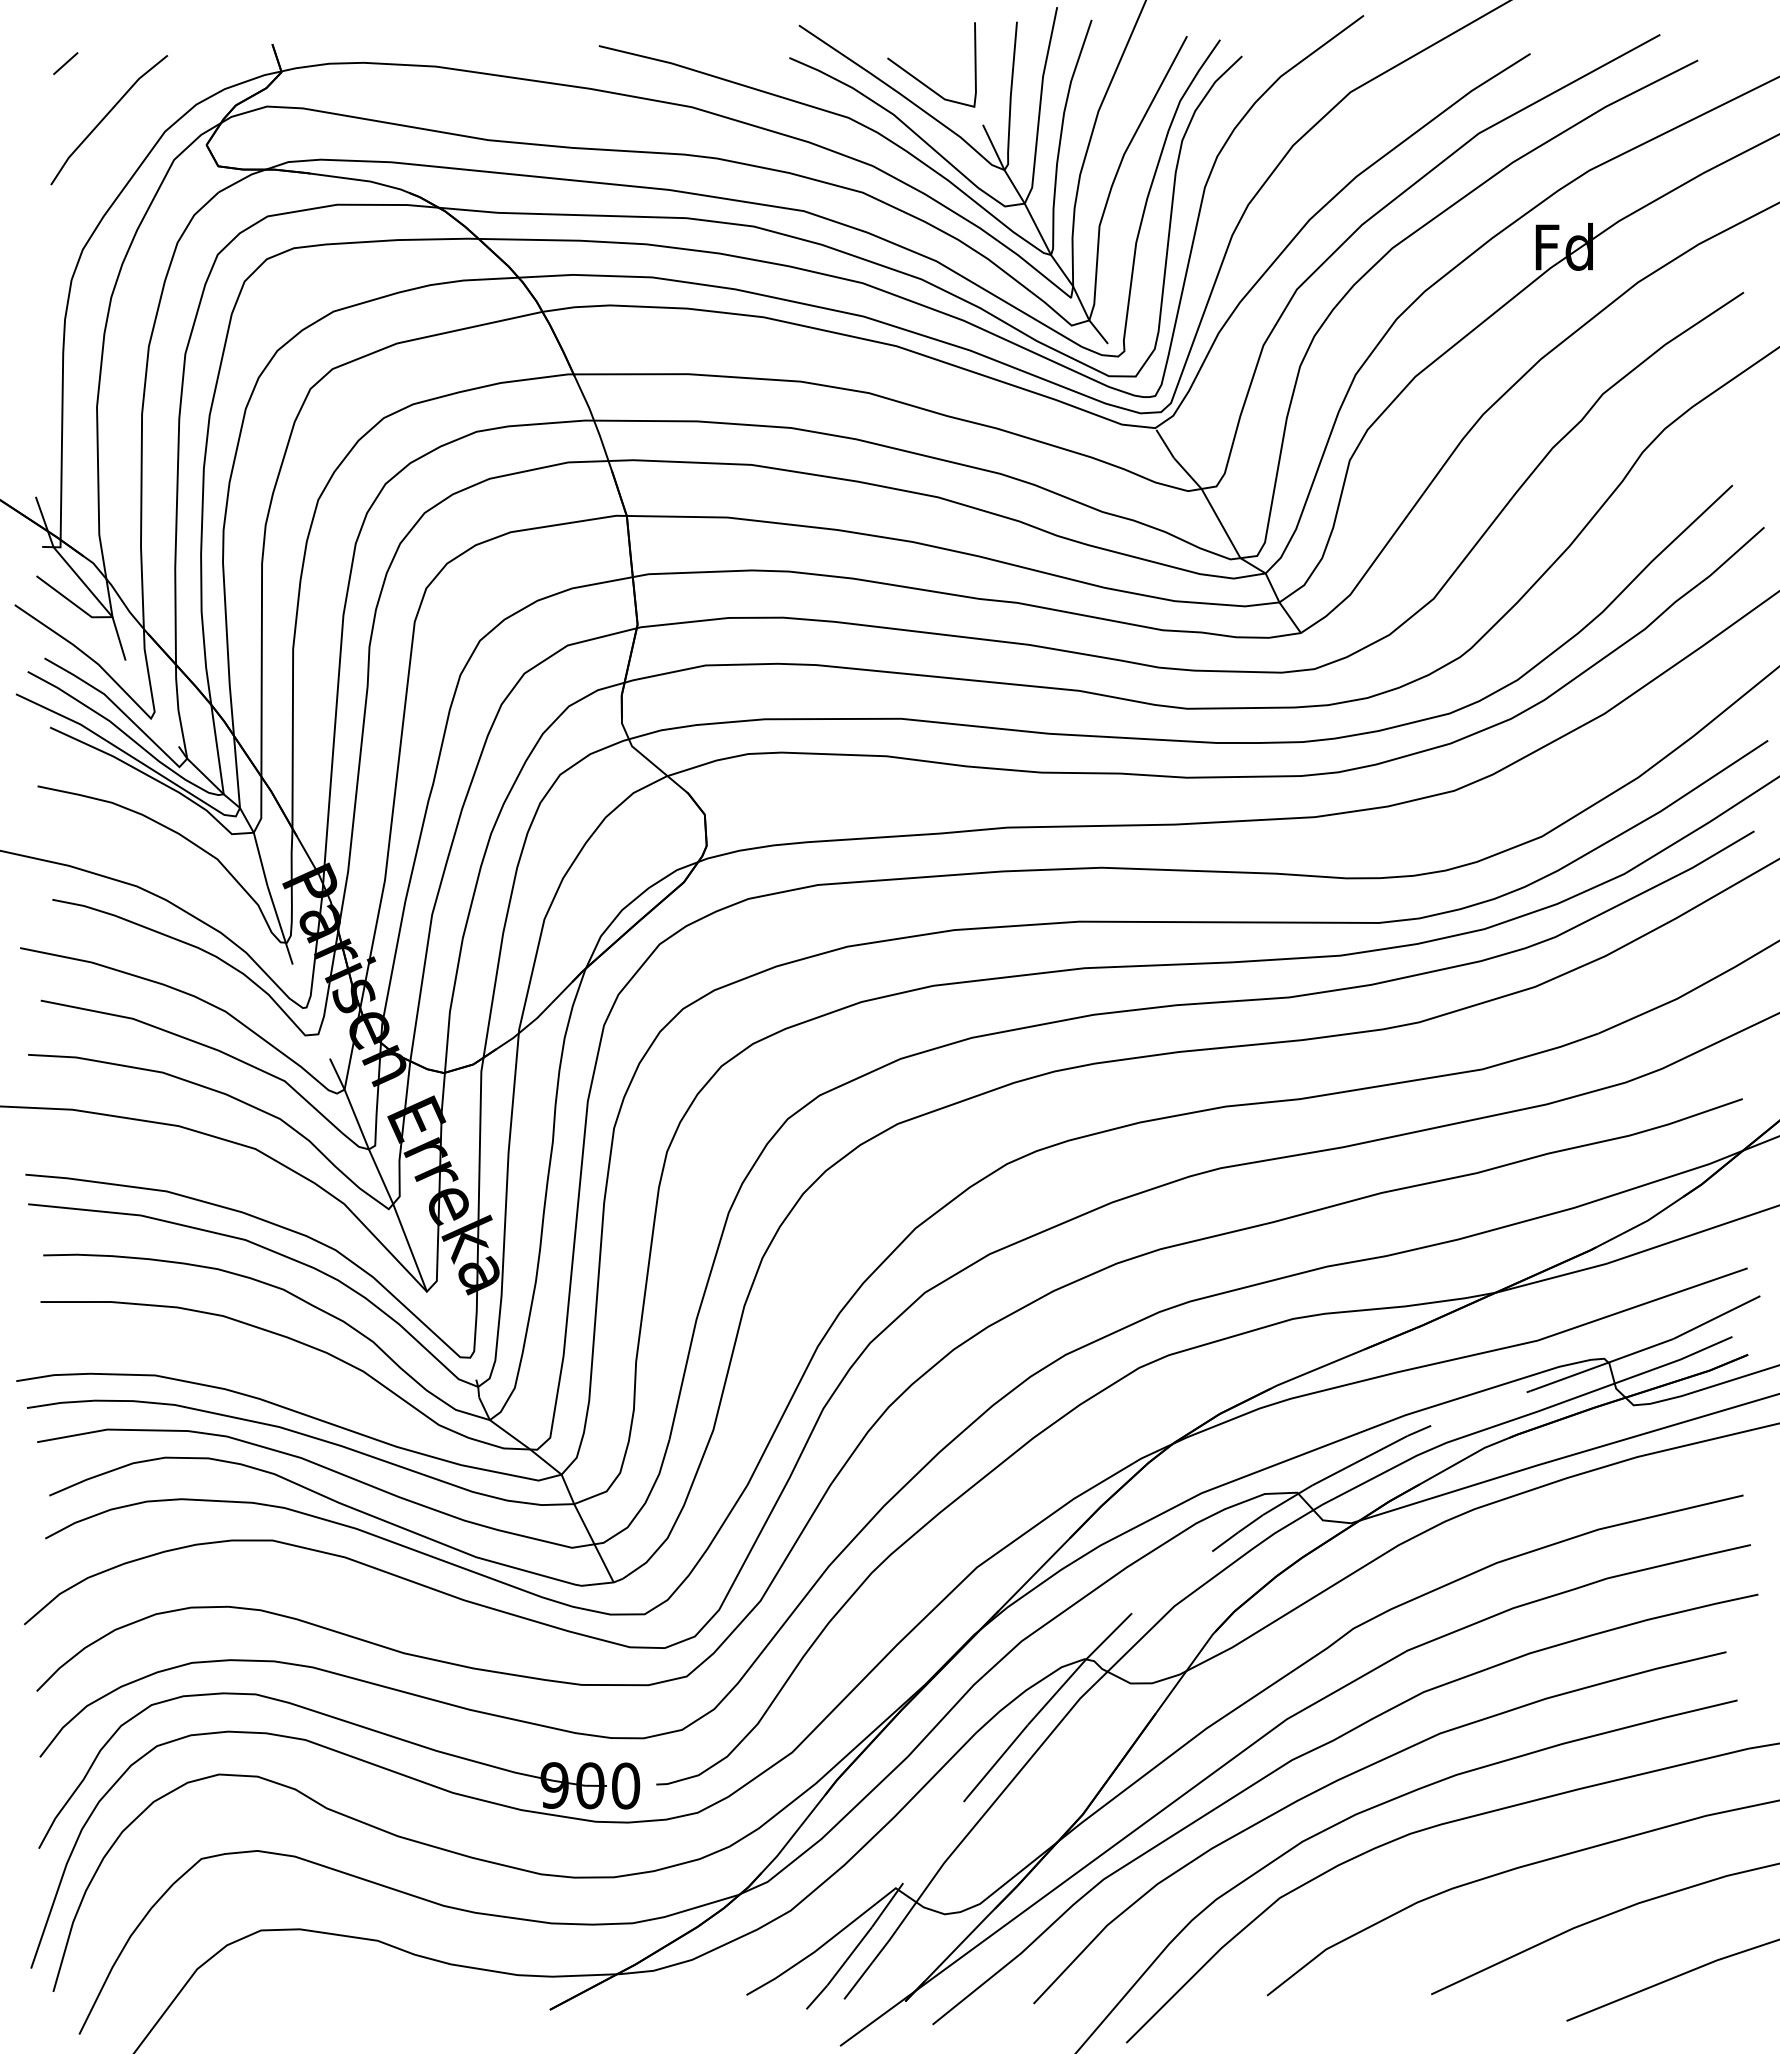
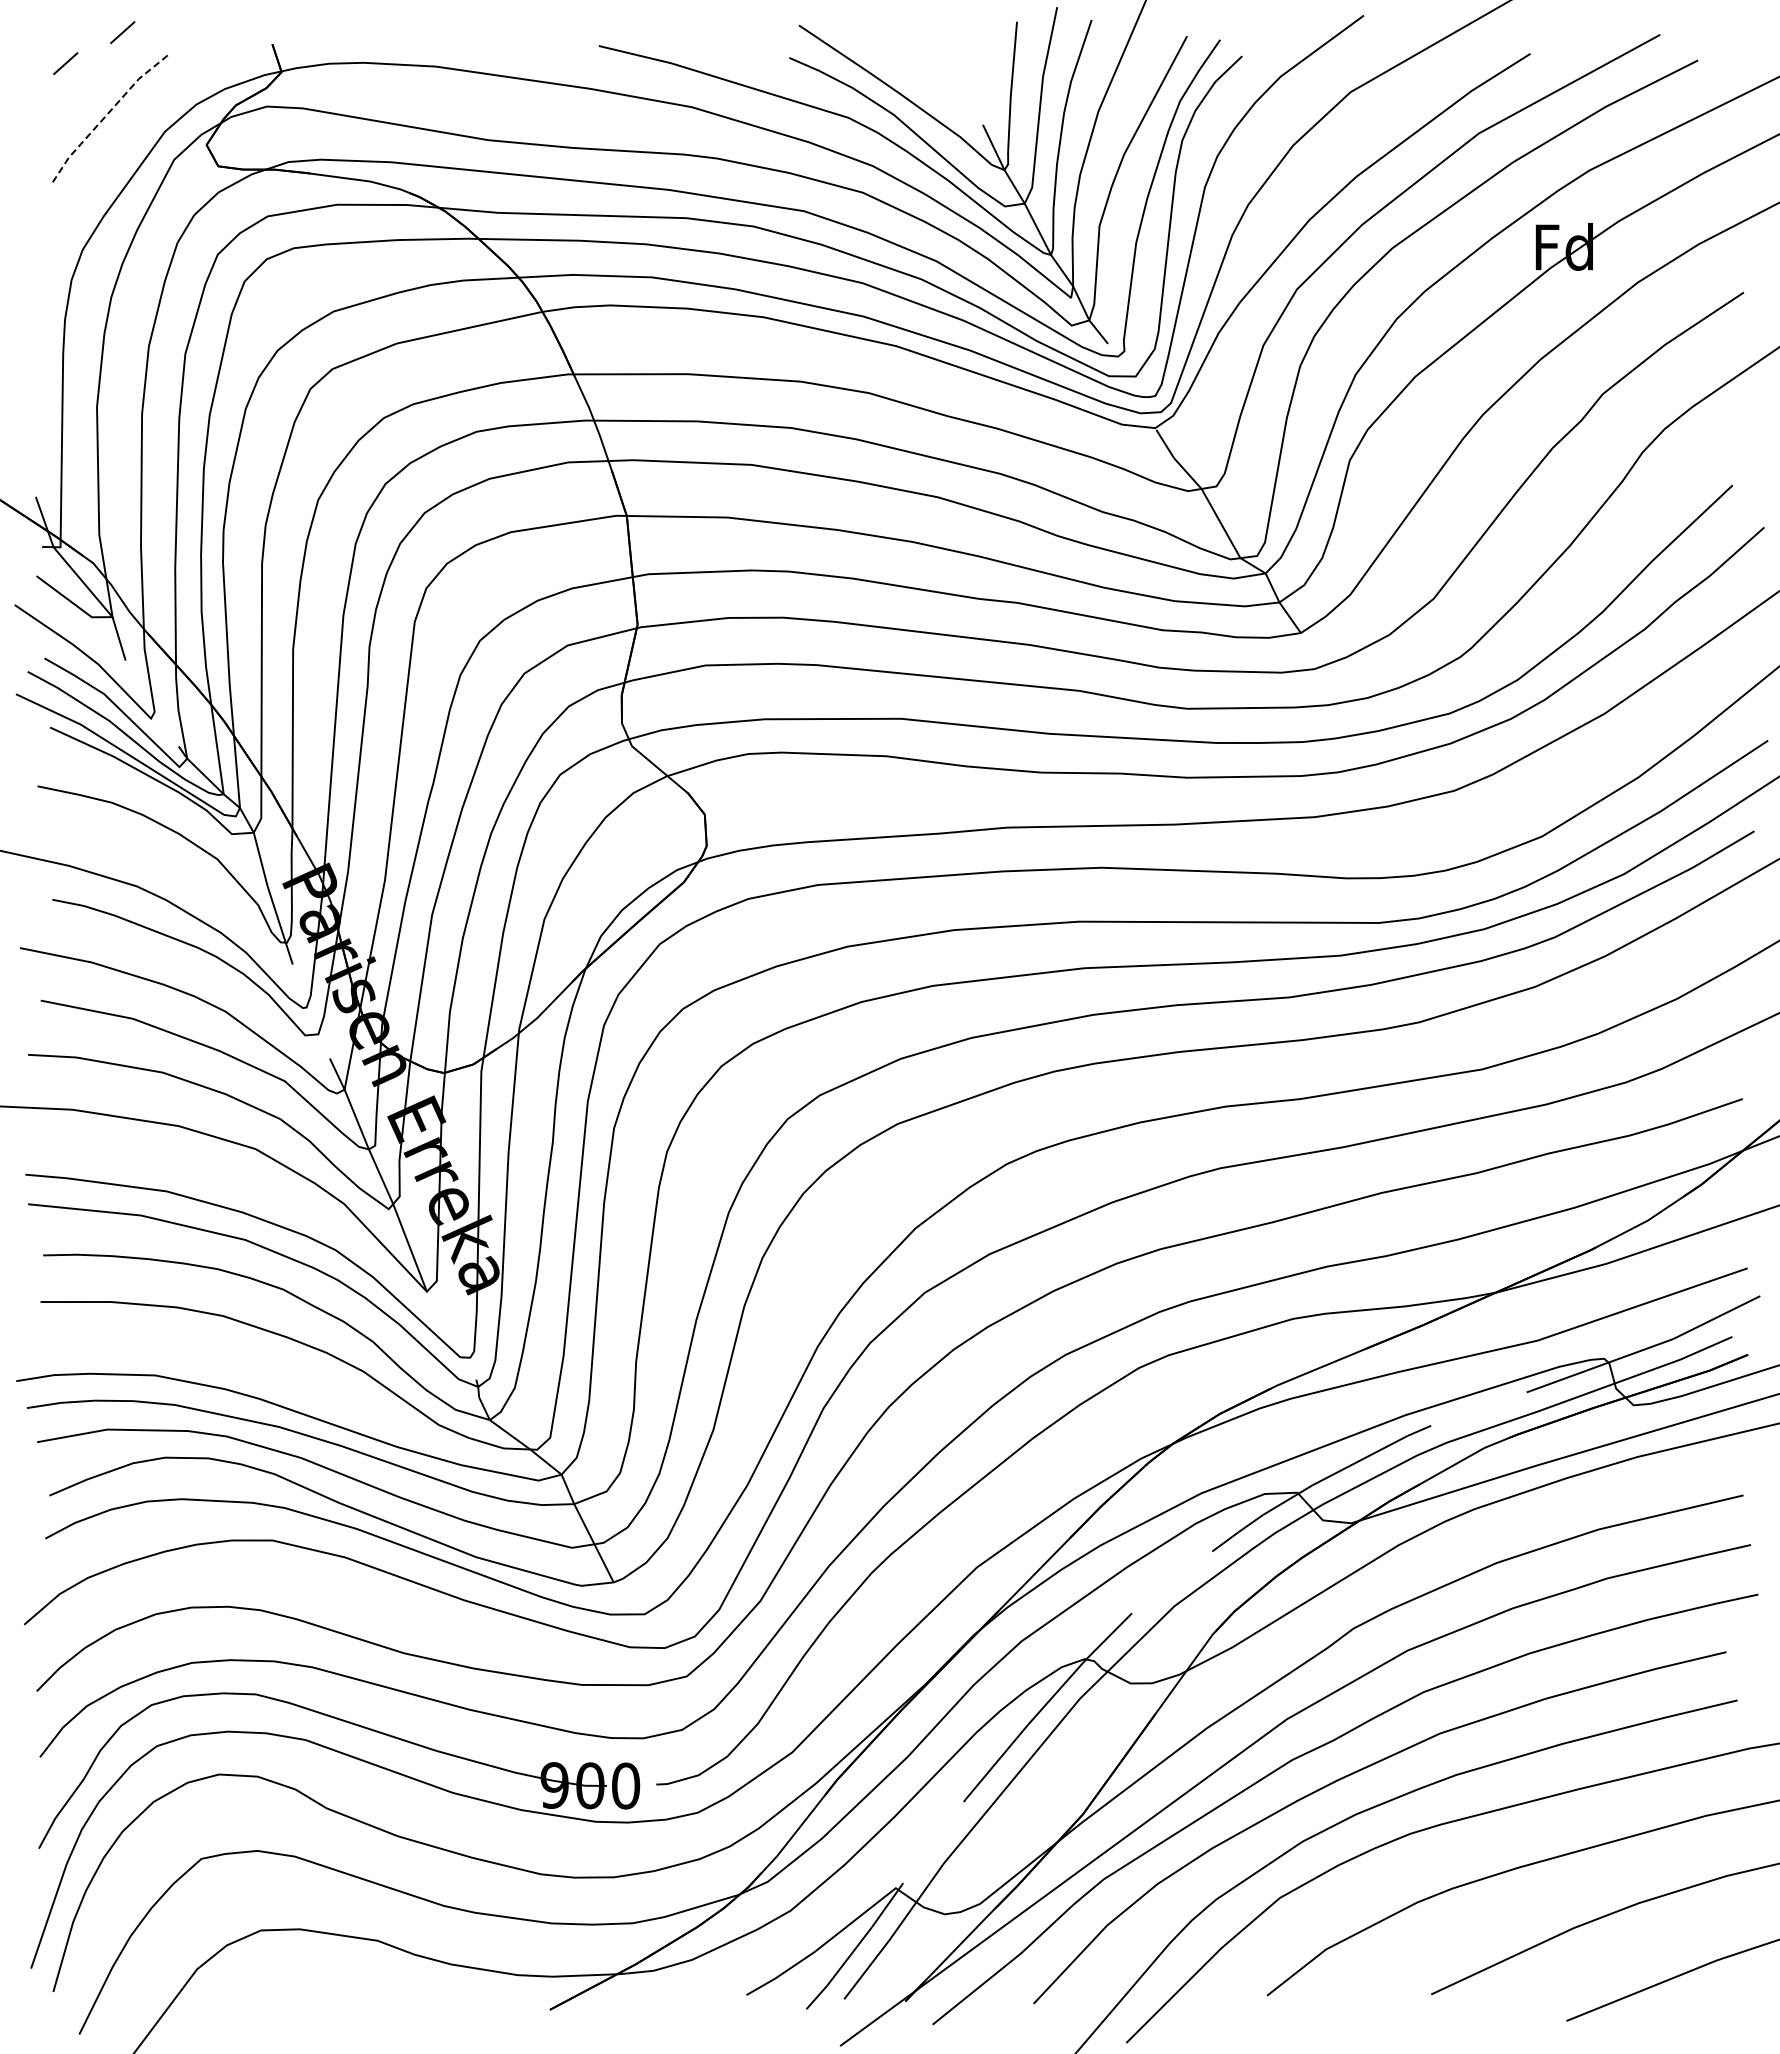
line at (122, 32): none -> present
line at (920, 80): present -> none
line at (105, 116): solid -> dashed
